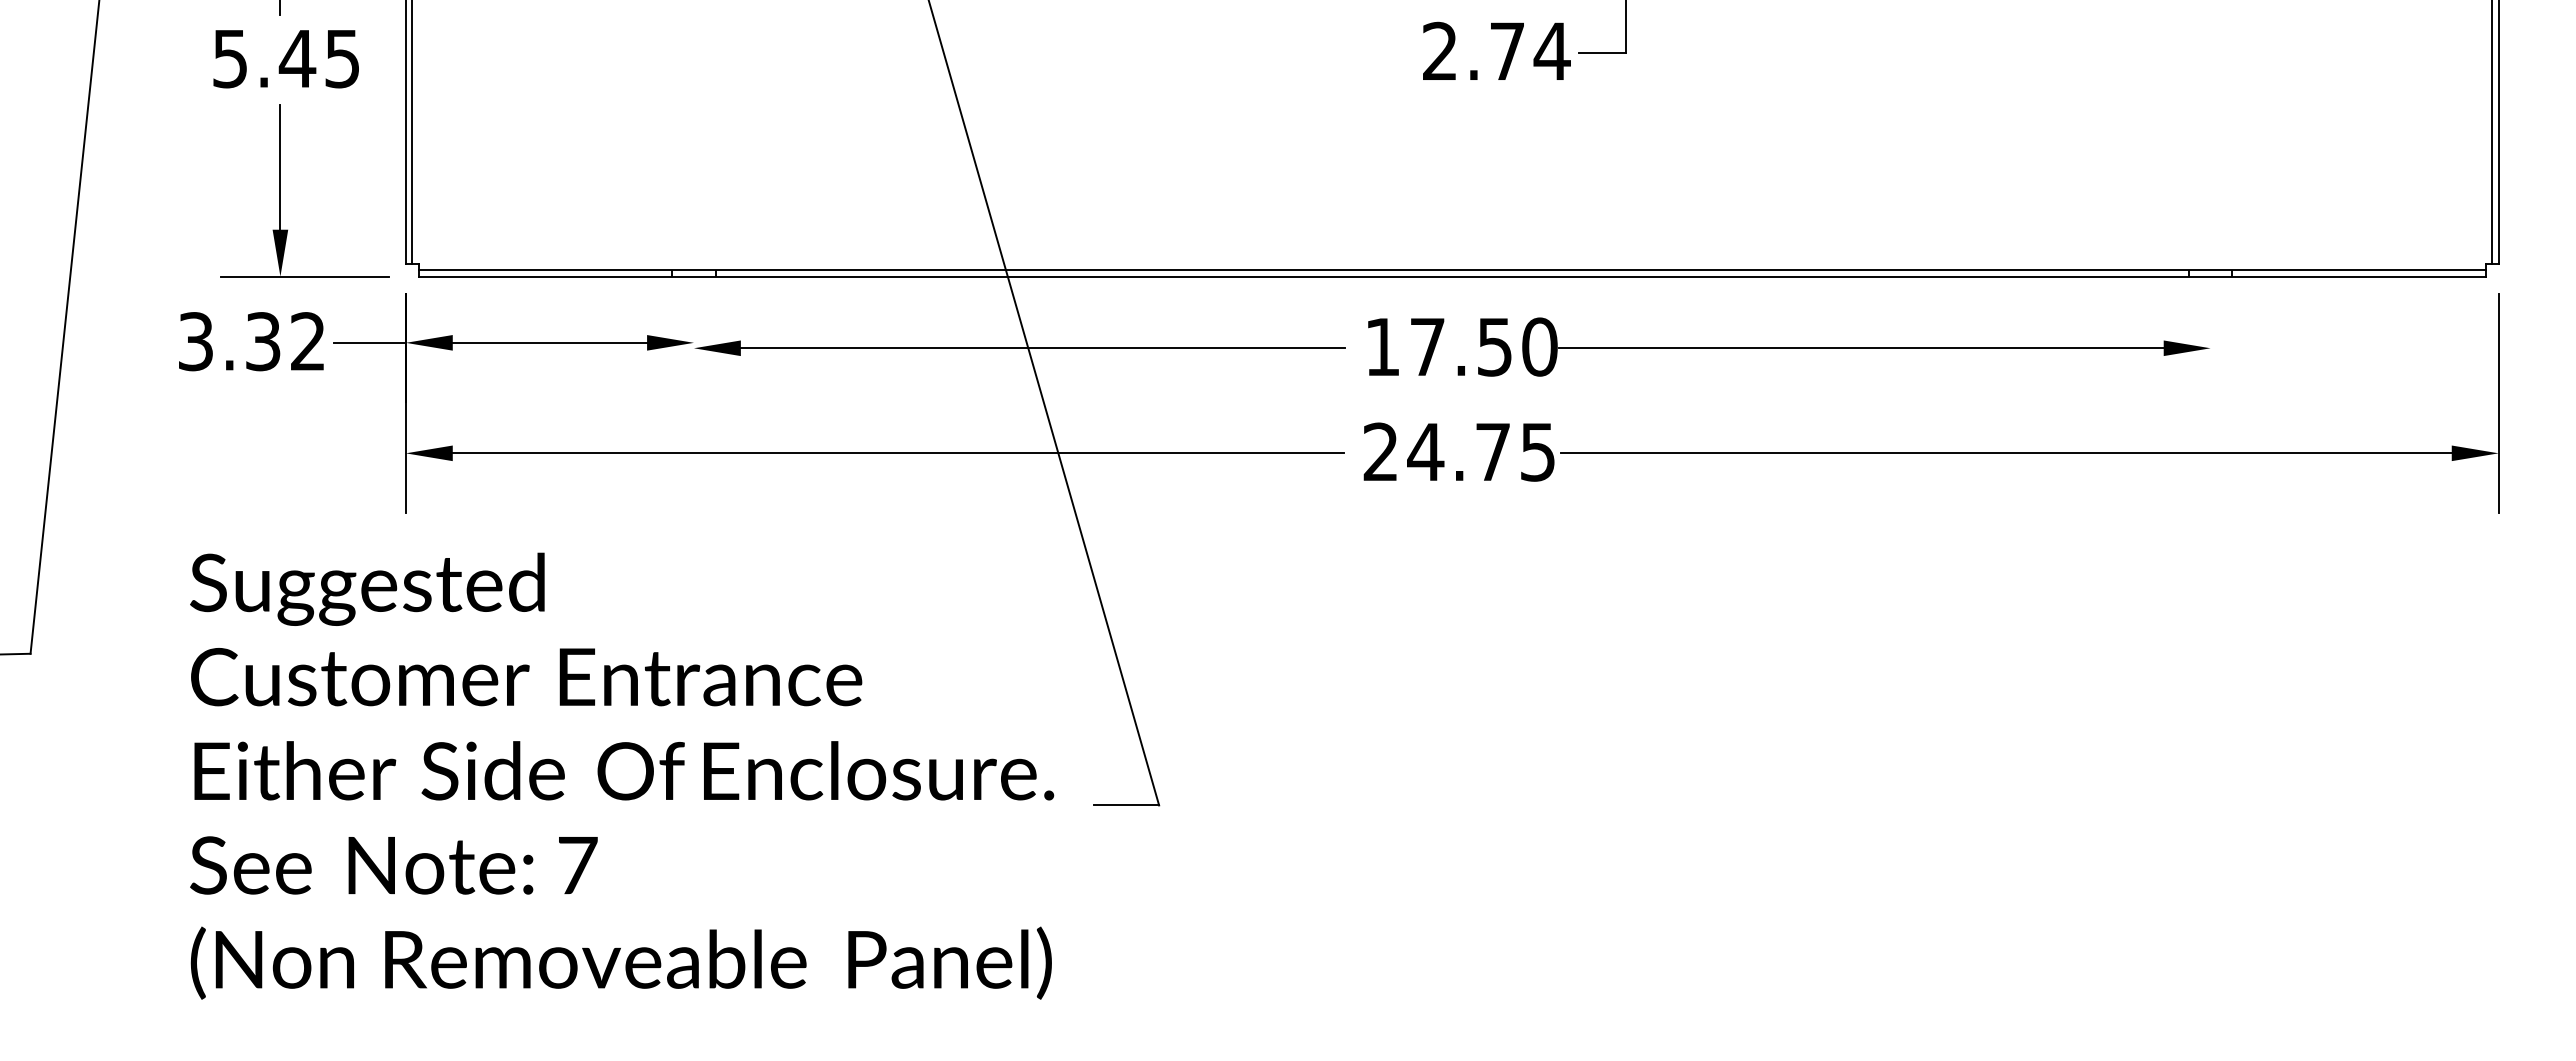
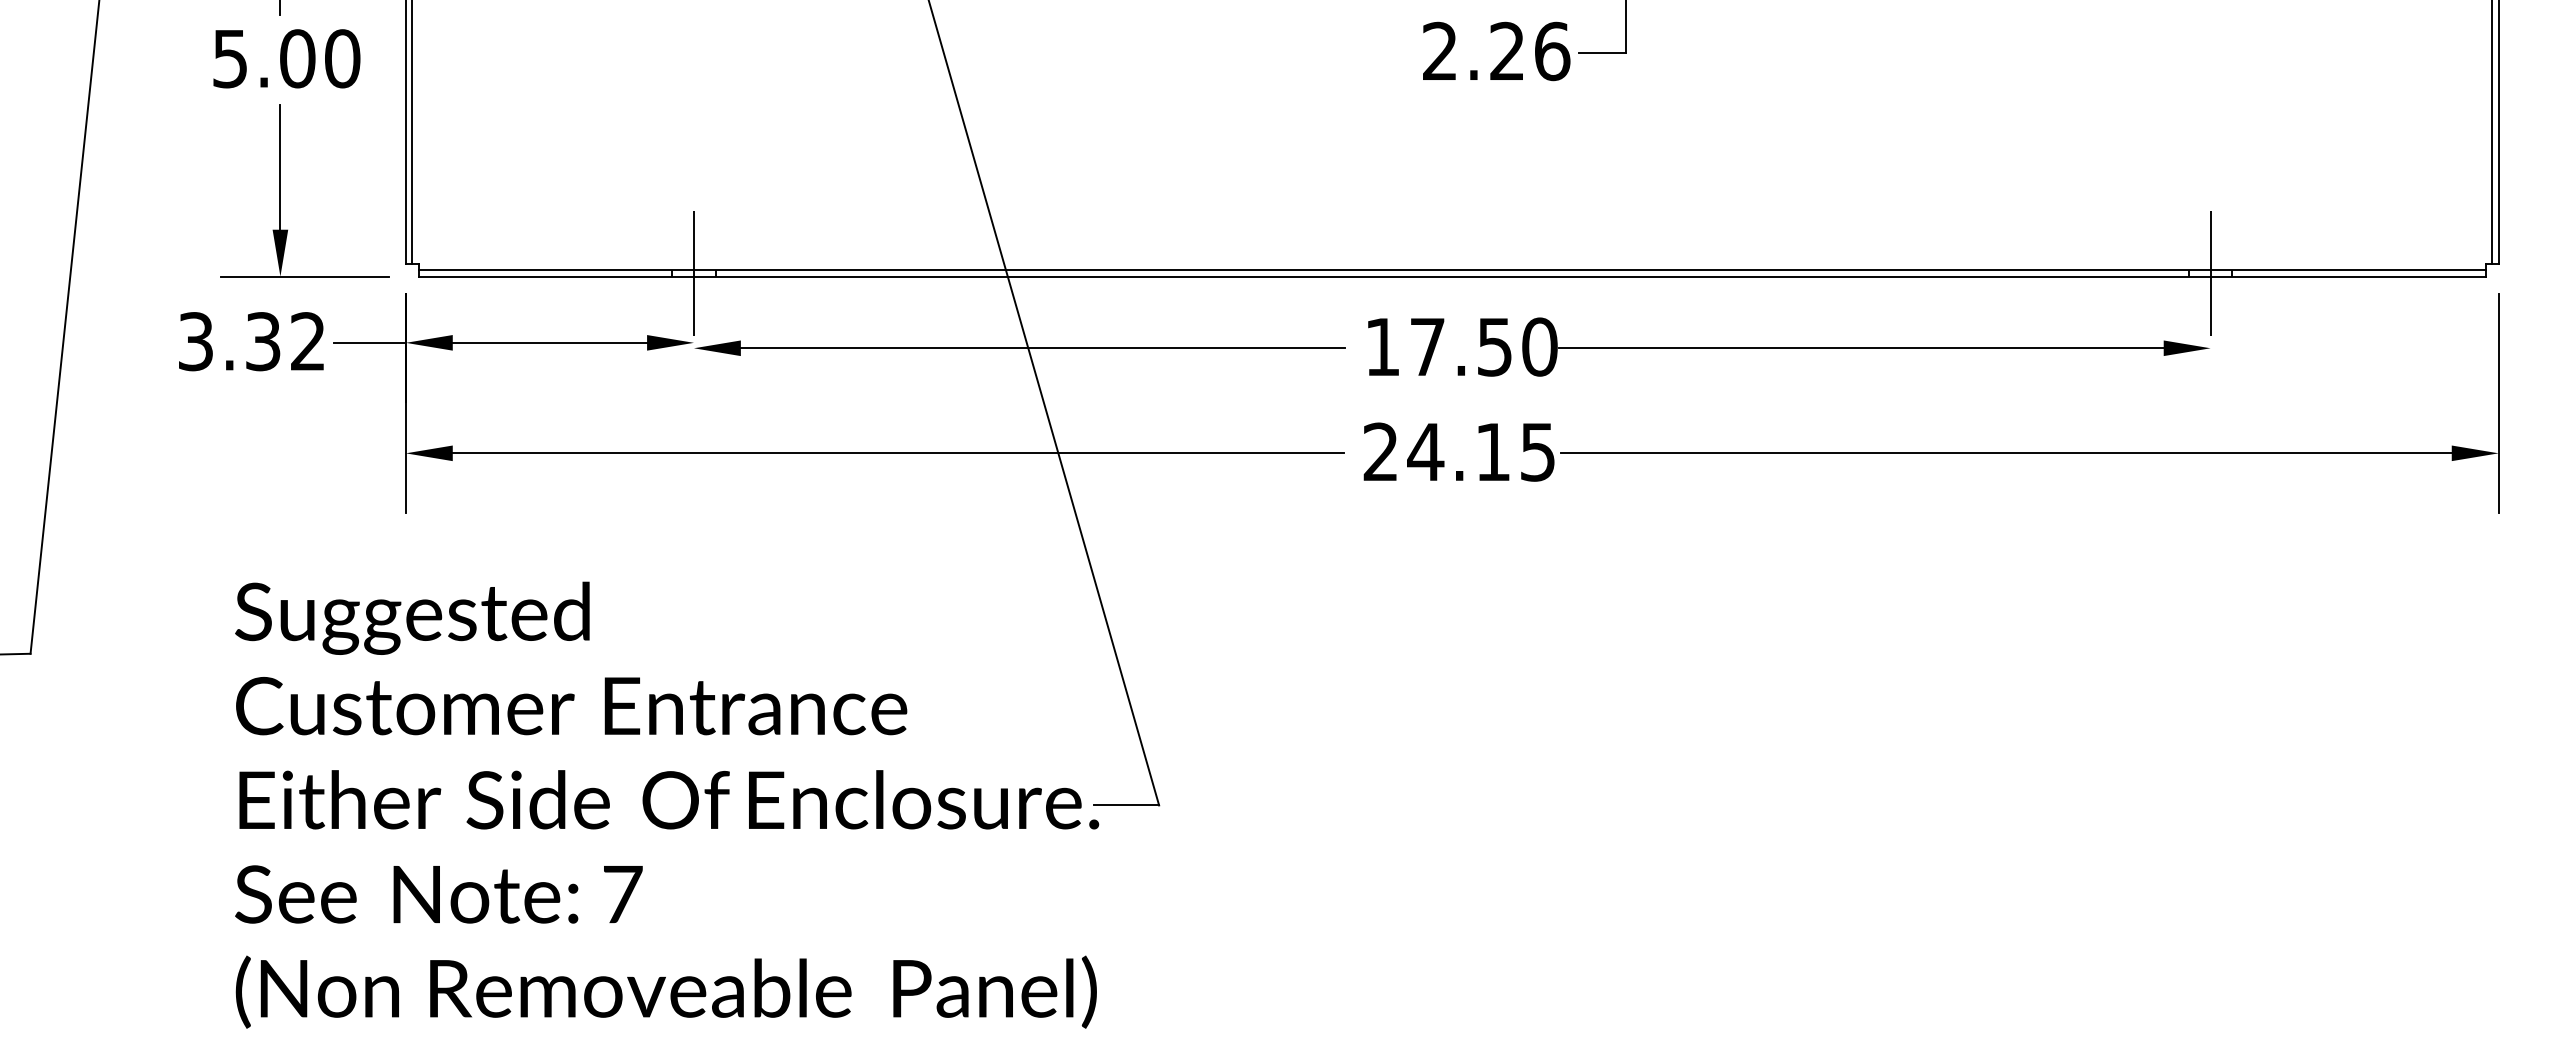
text at (1530, 51): 2.74 -> 2.26
text at (319, 58): 5.45 -> 5.00
line at (693, 273): none -> present
line at (2210, 273): none -> present
text at (1492, 451): 24.75 -> 24.15
text at (622, 775) position: (622, 775) -> (667, 804)
